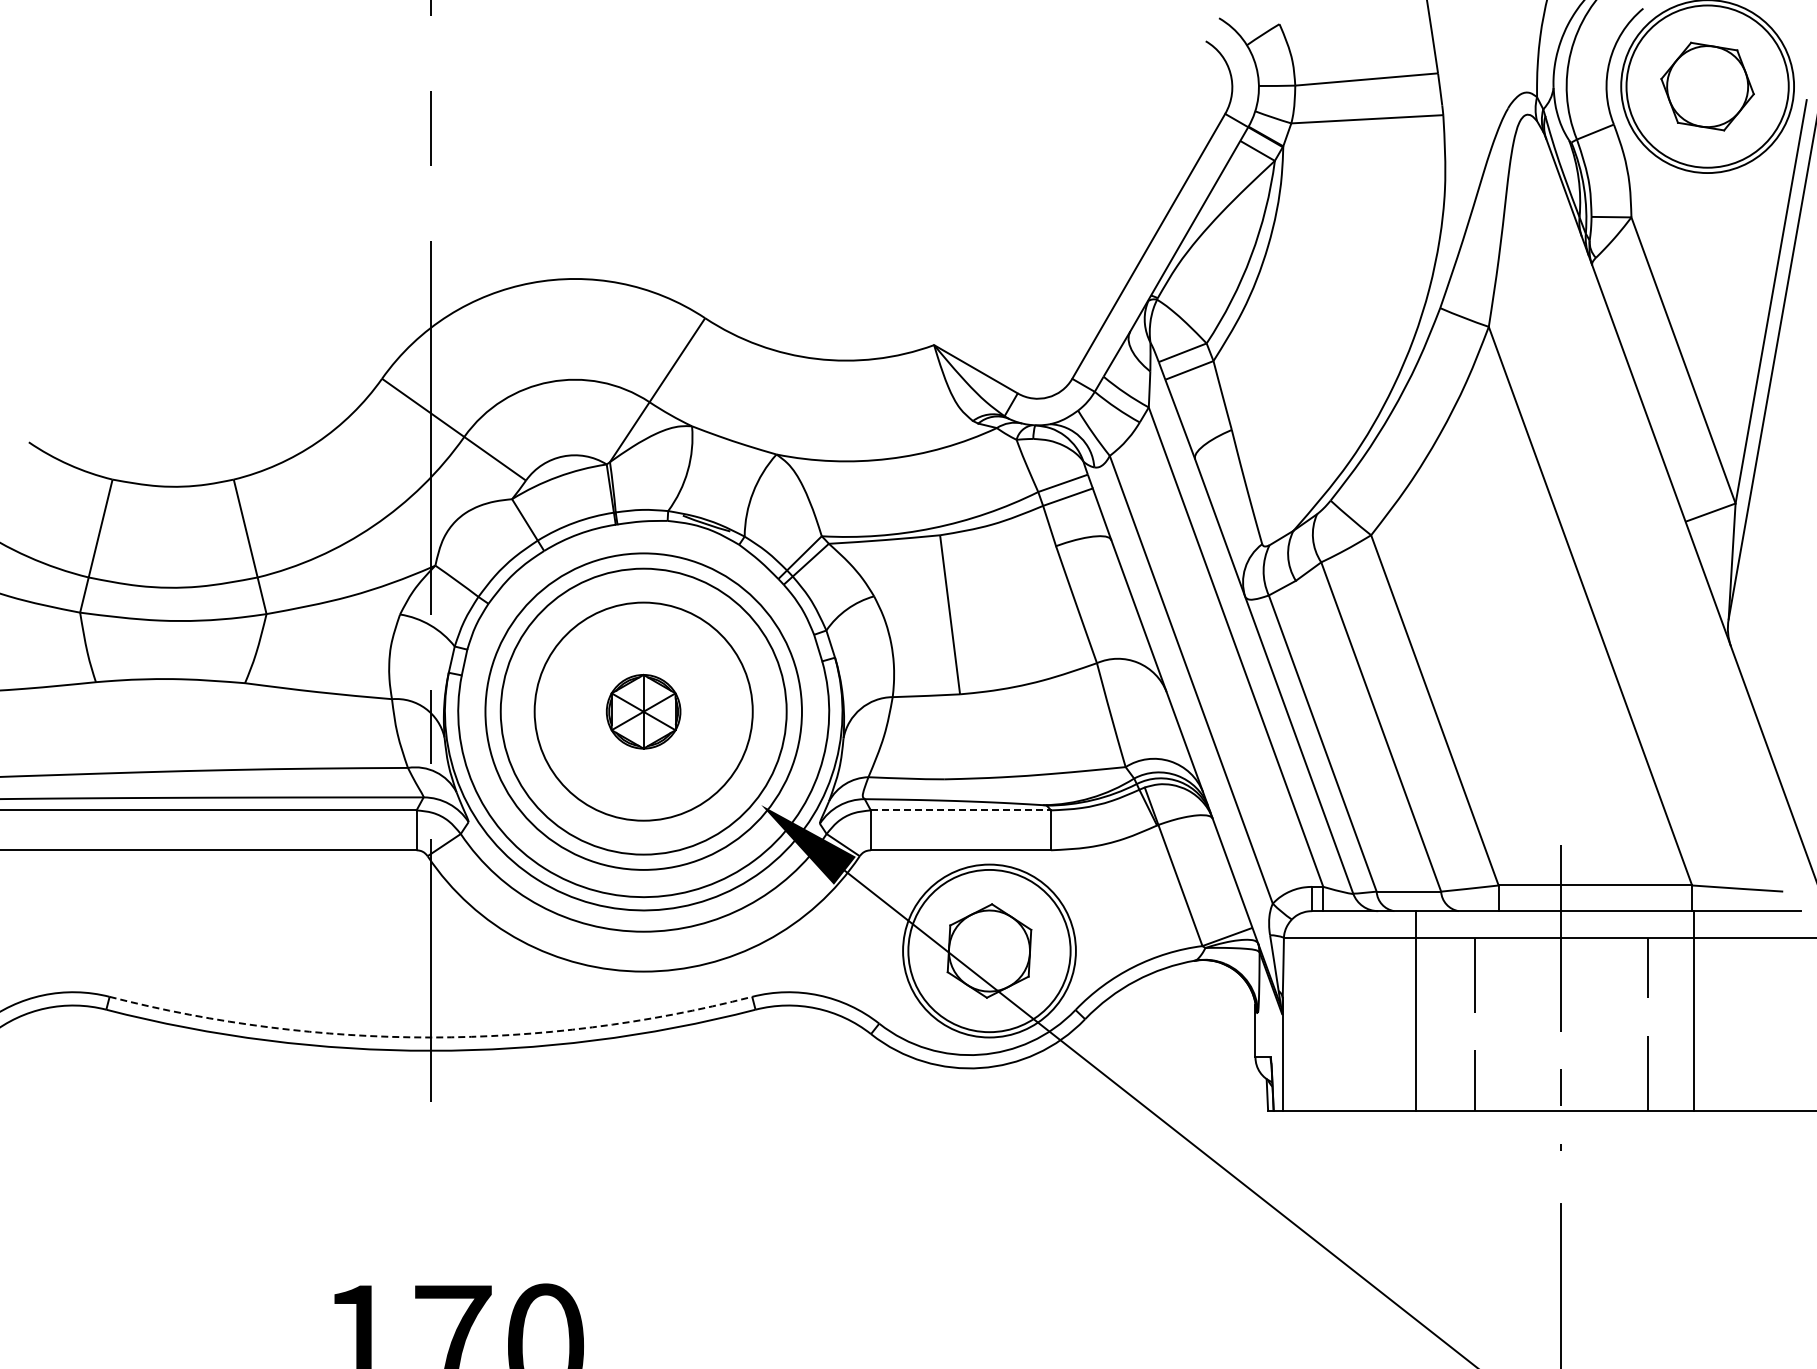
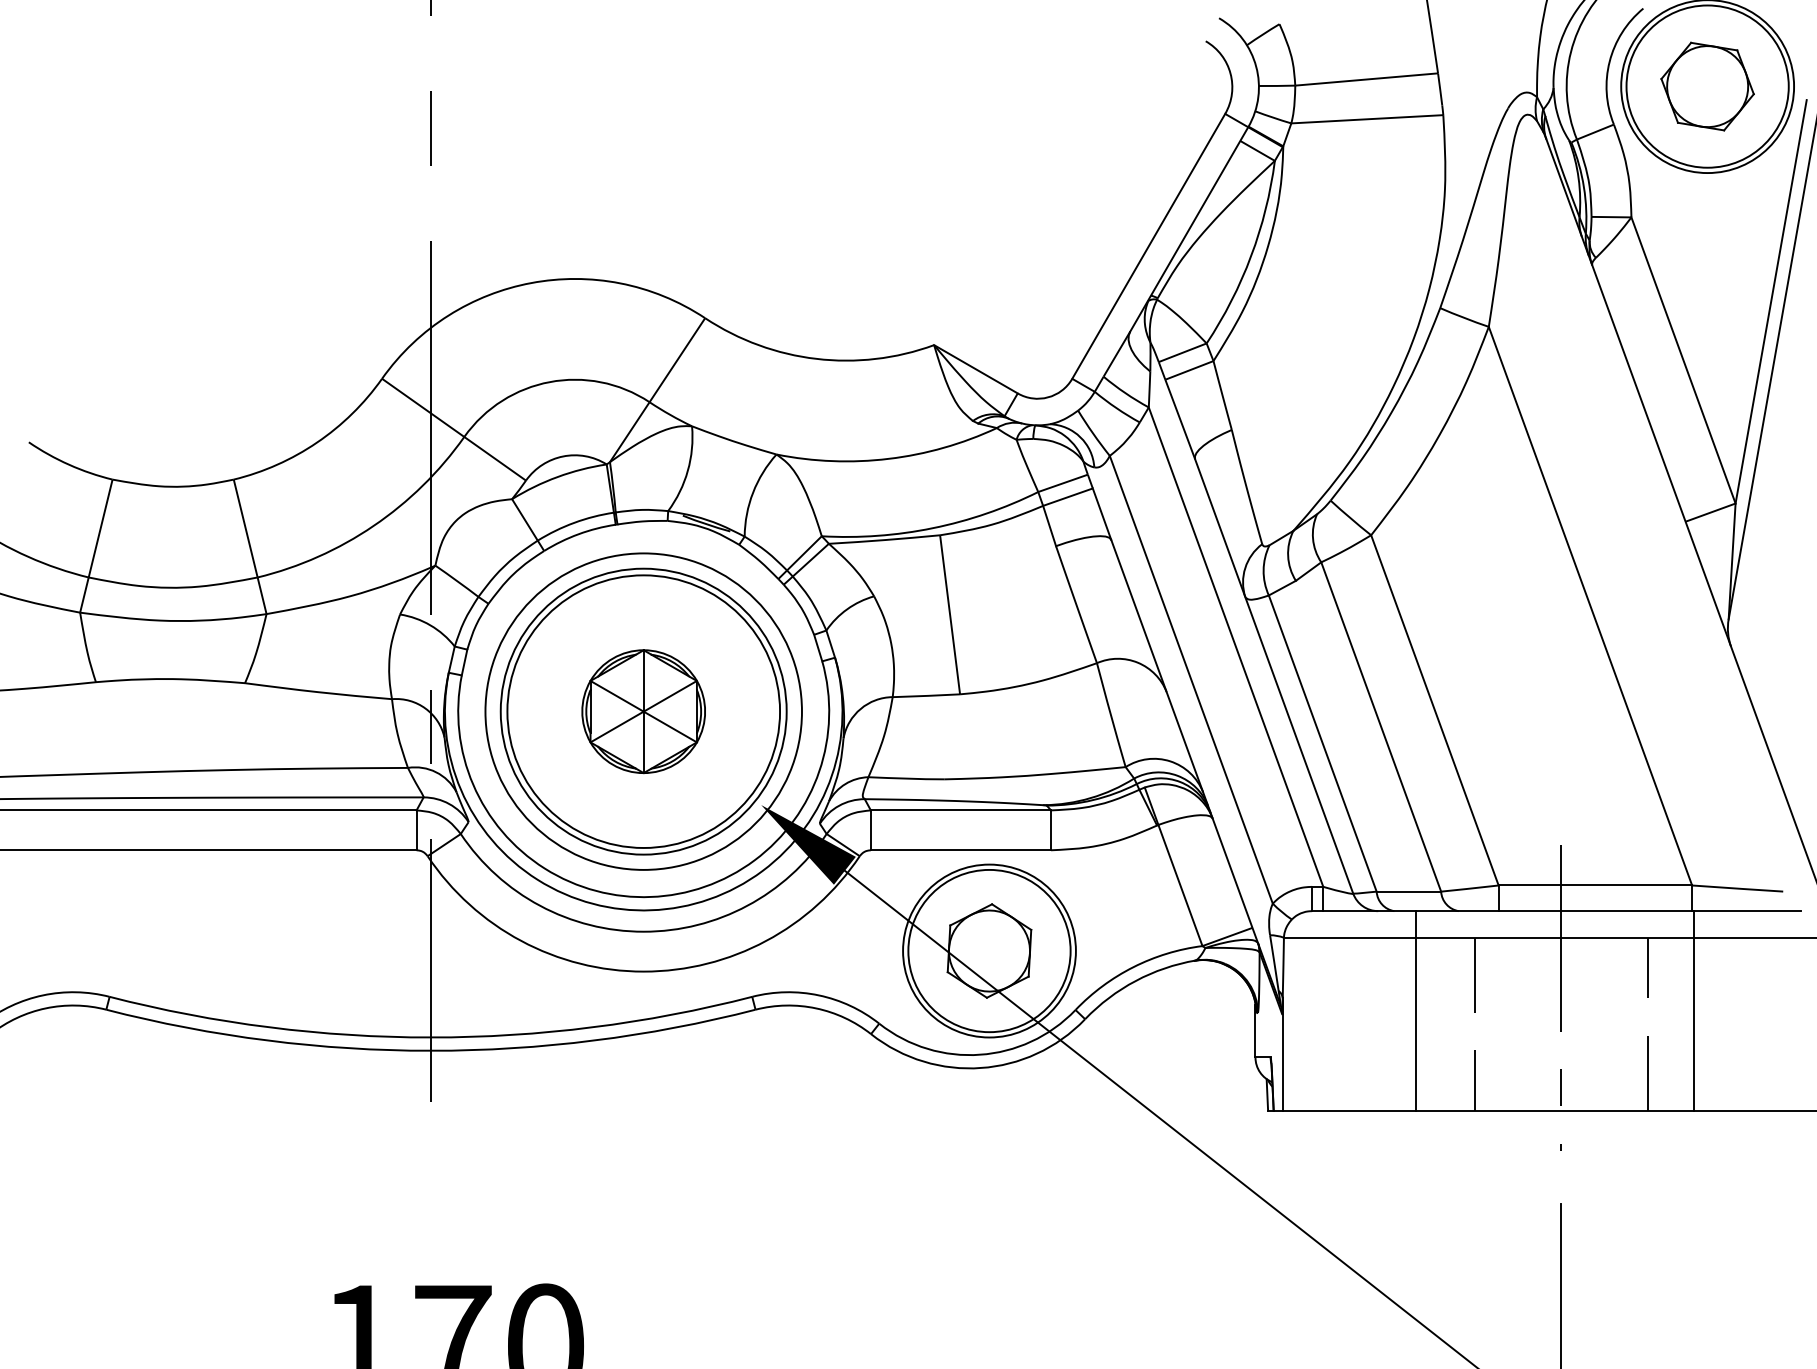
circle at (643, 711) diameter: 218 px -> 273 px
part at (643, 711) size: 76x77 px -> 125x126 px
line at (961, 810): dashed -> solid
arc at (430, 1037): dashed -> solid
